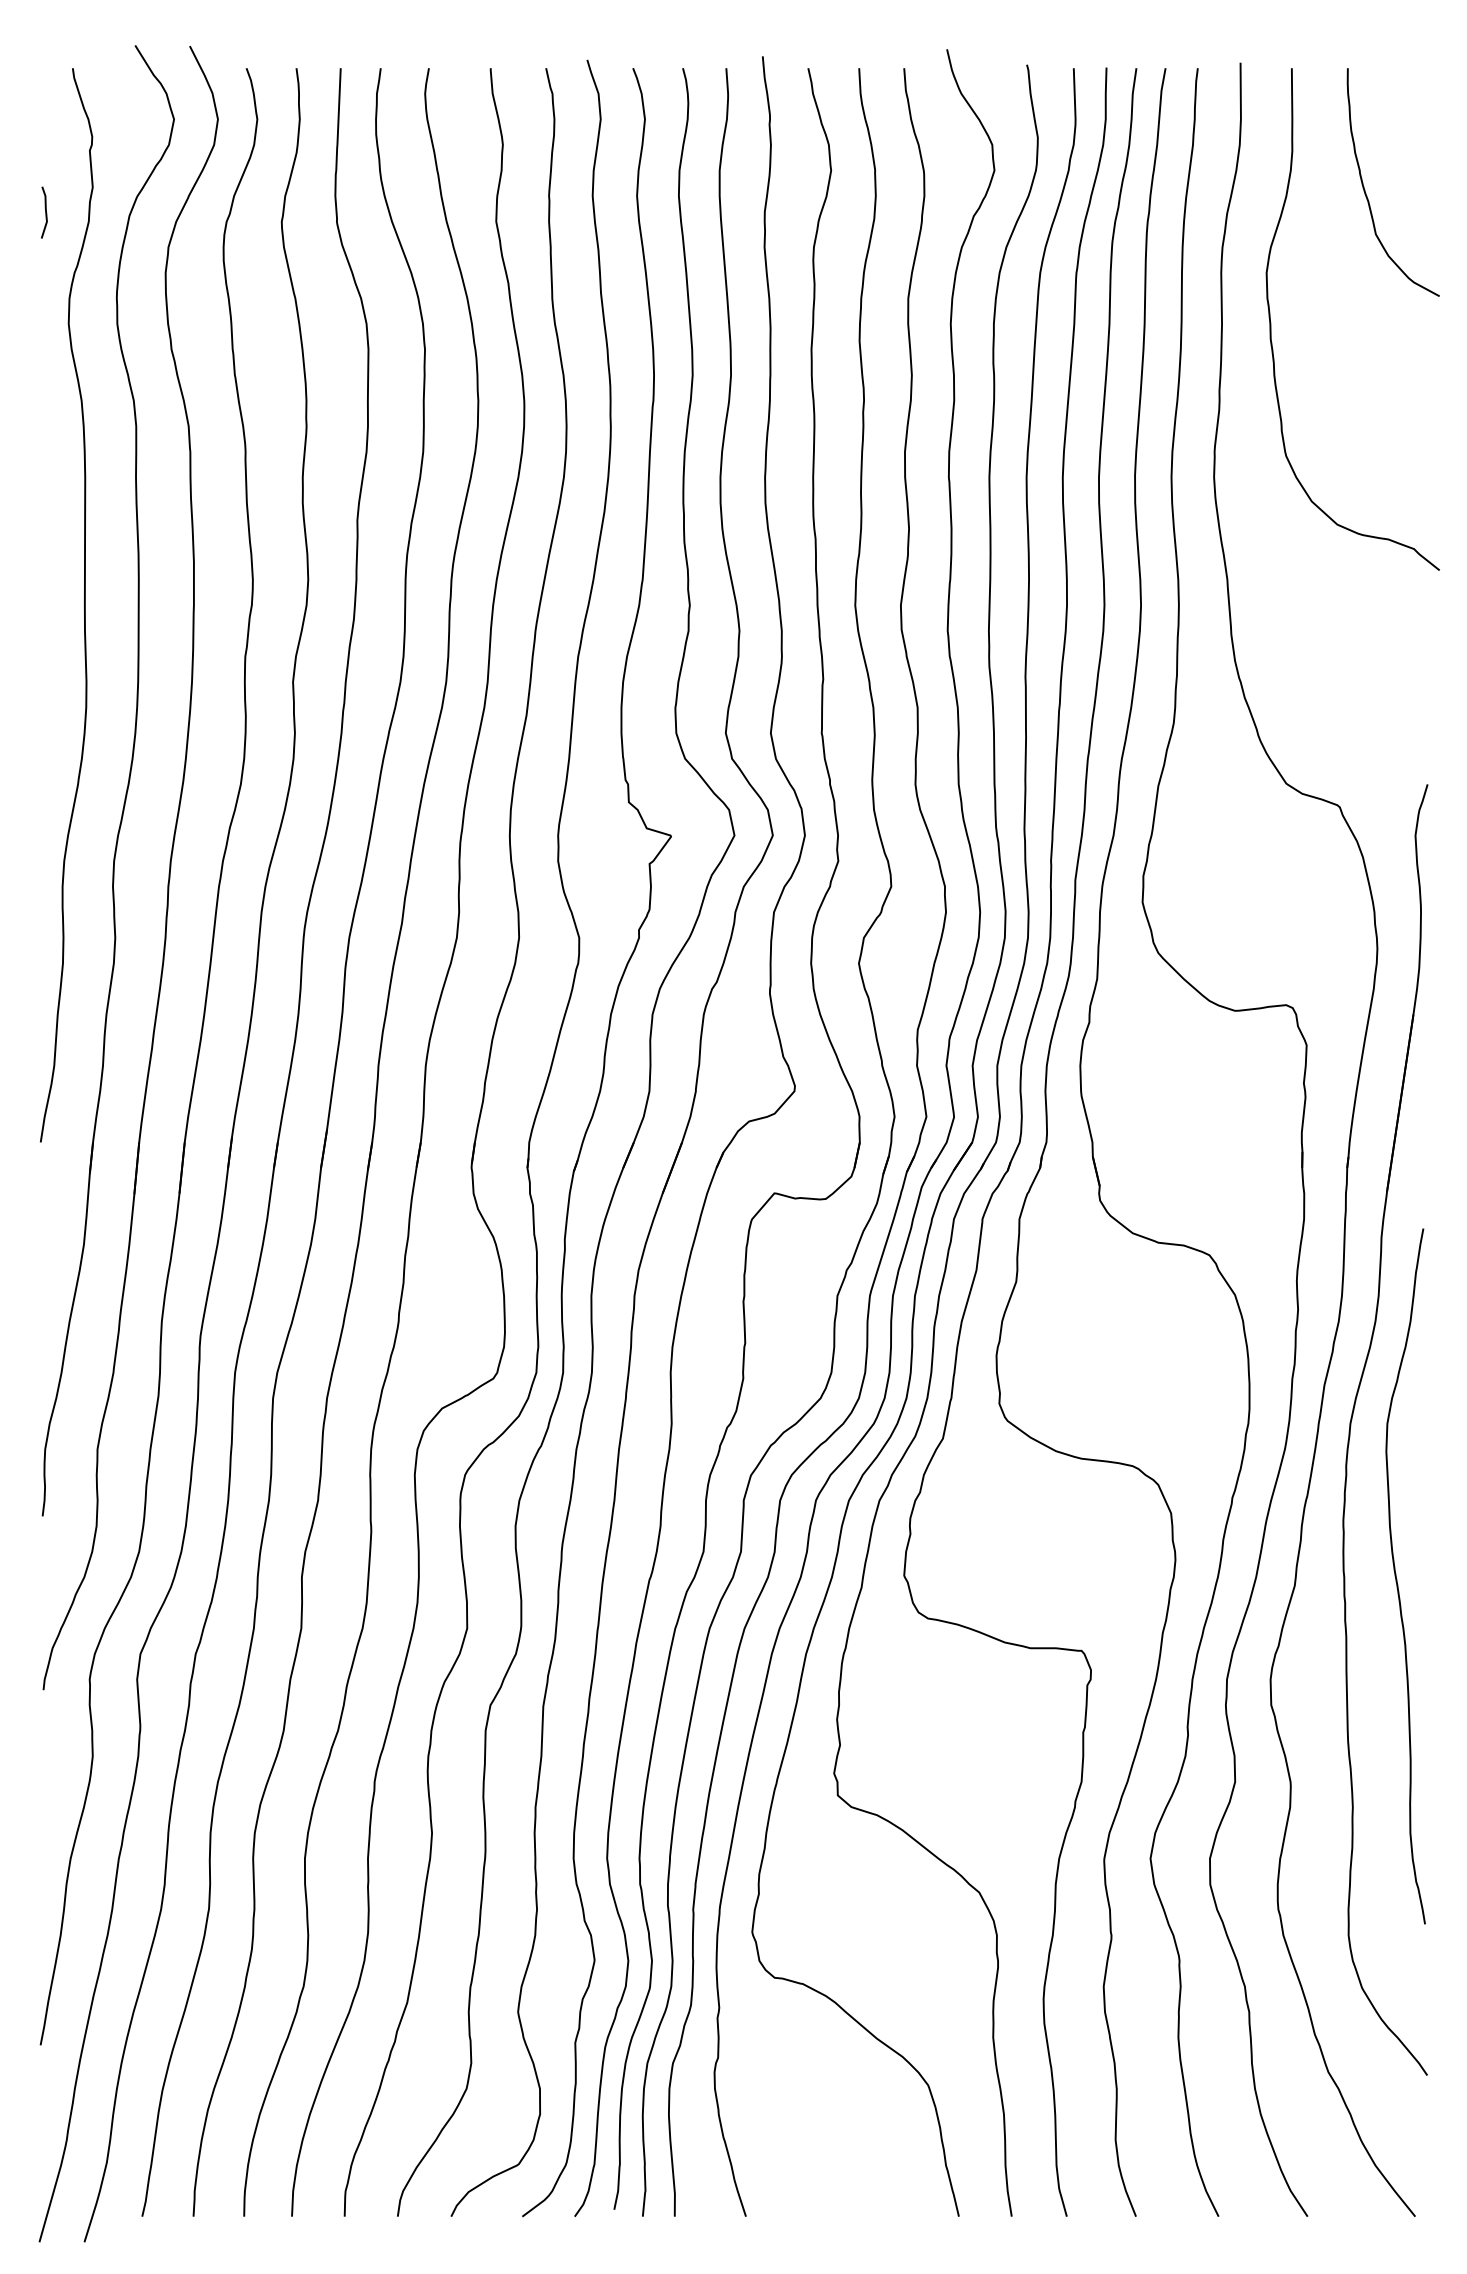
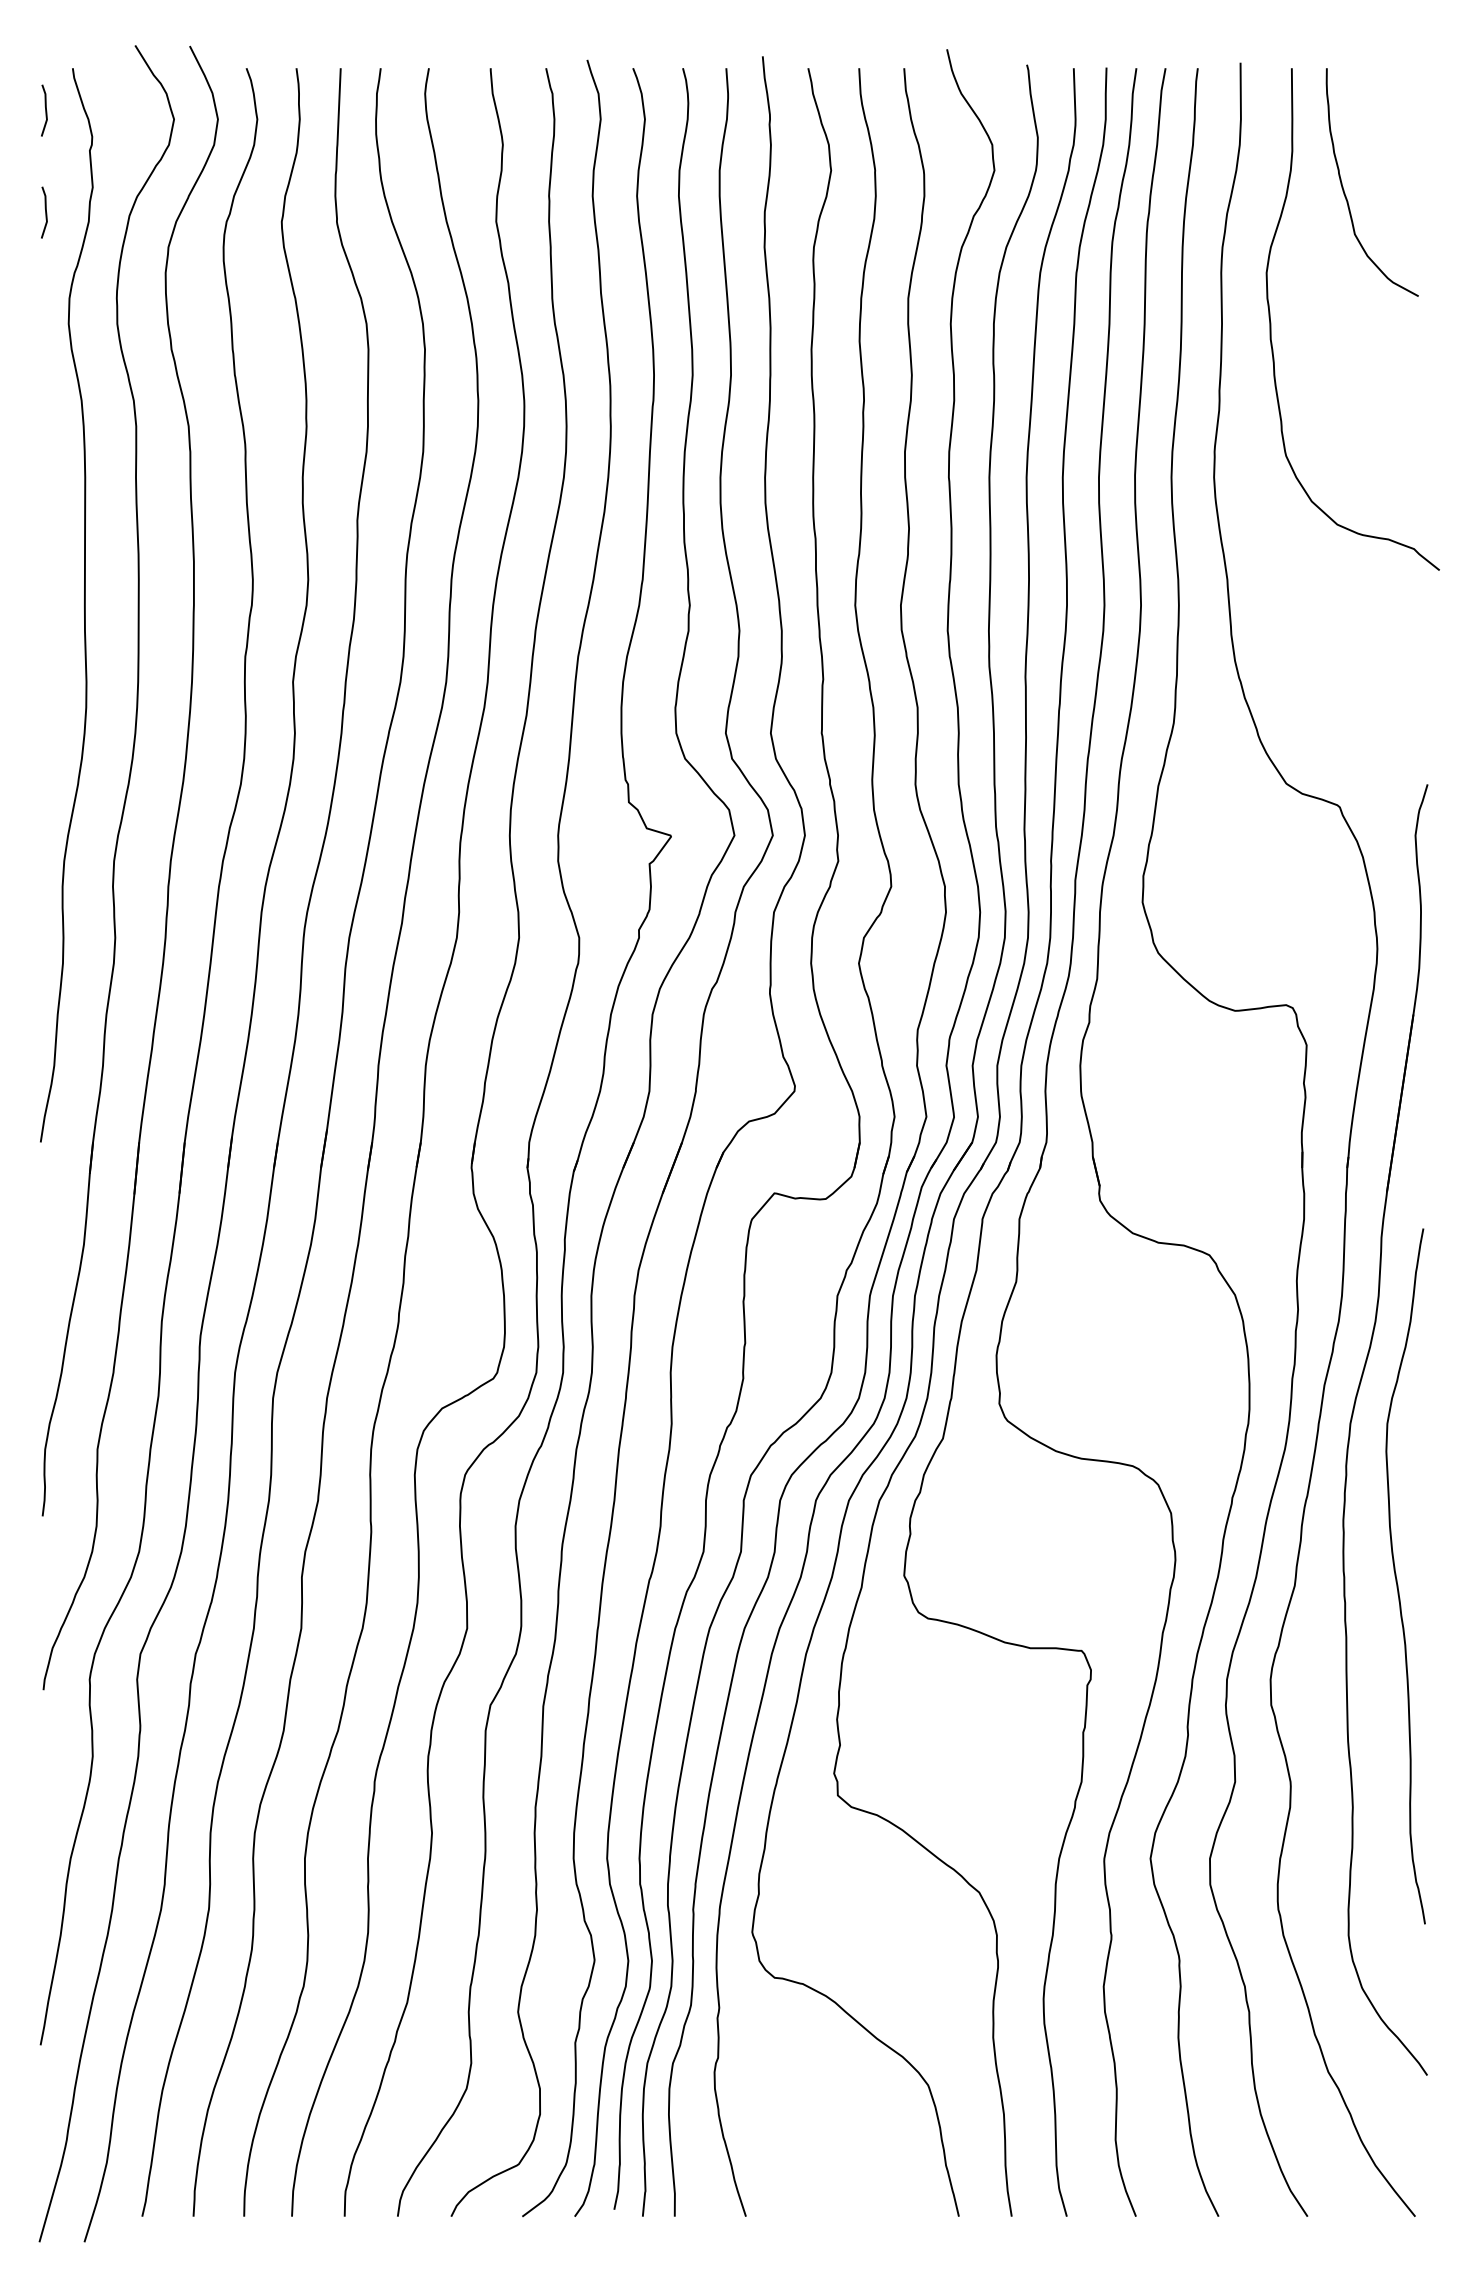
line at (45, 110): none -> present
curve at (1365, 189) position: (1365, 189) -> (1344, 189)
